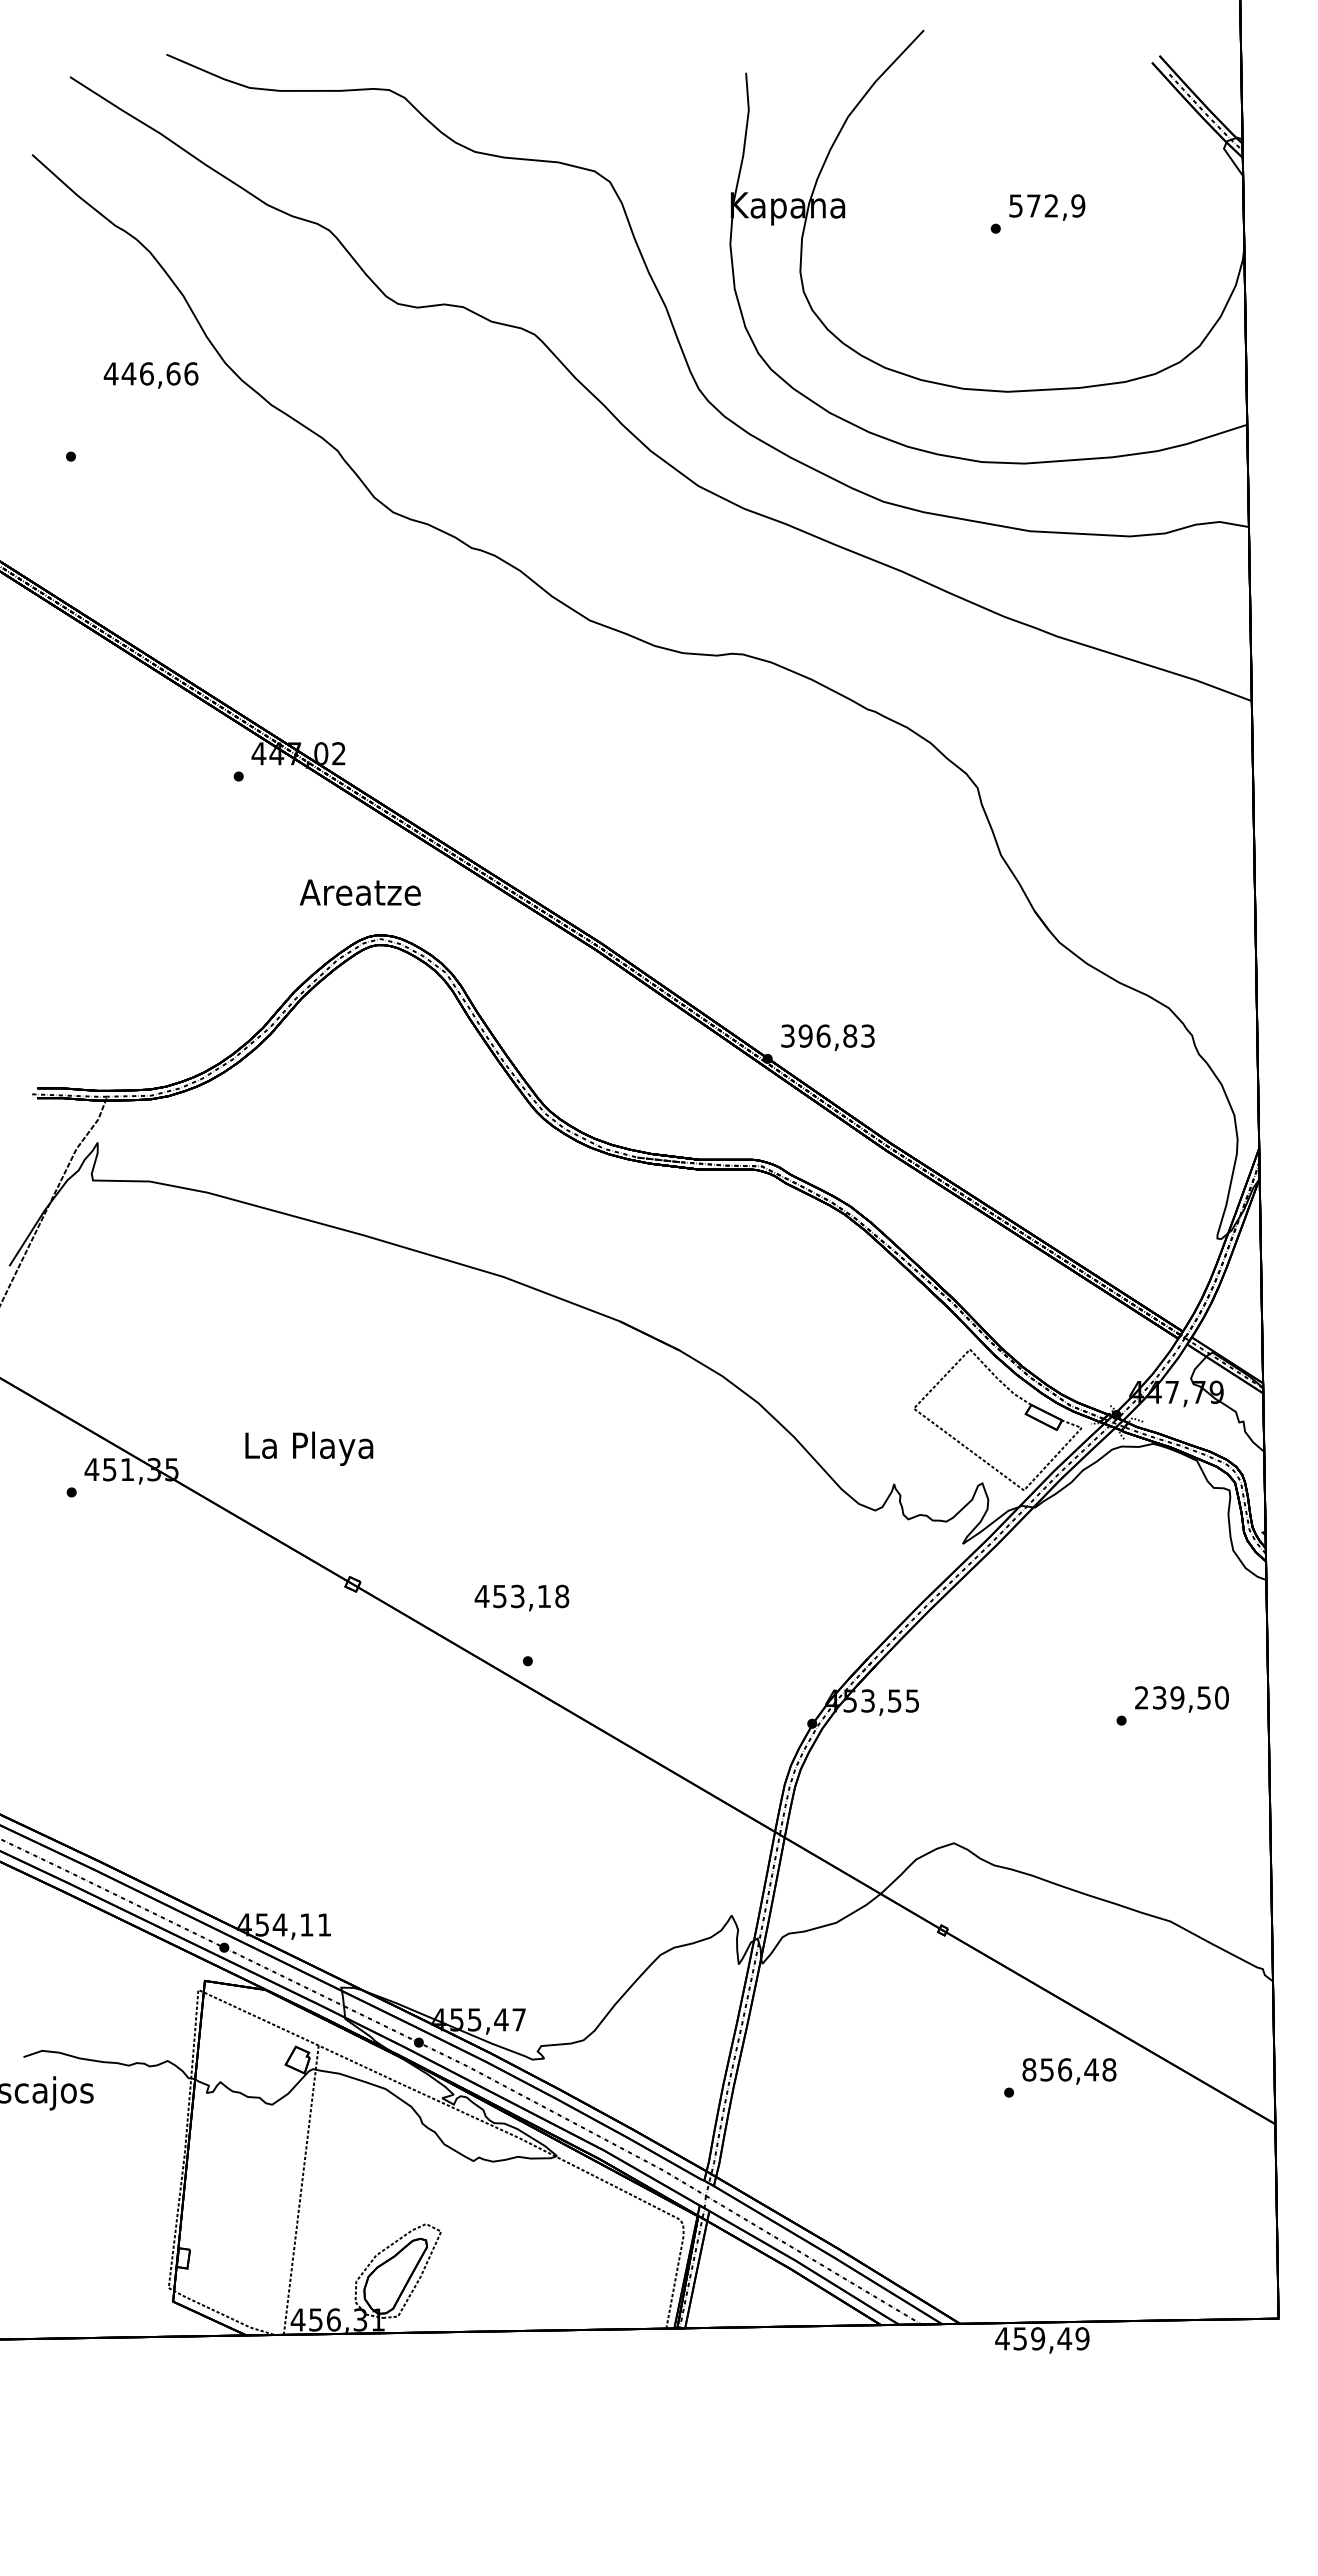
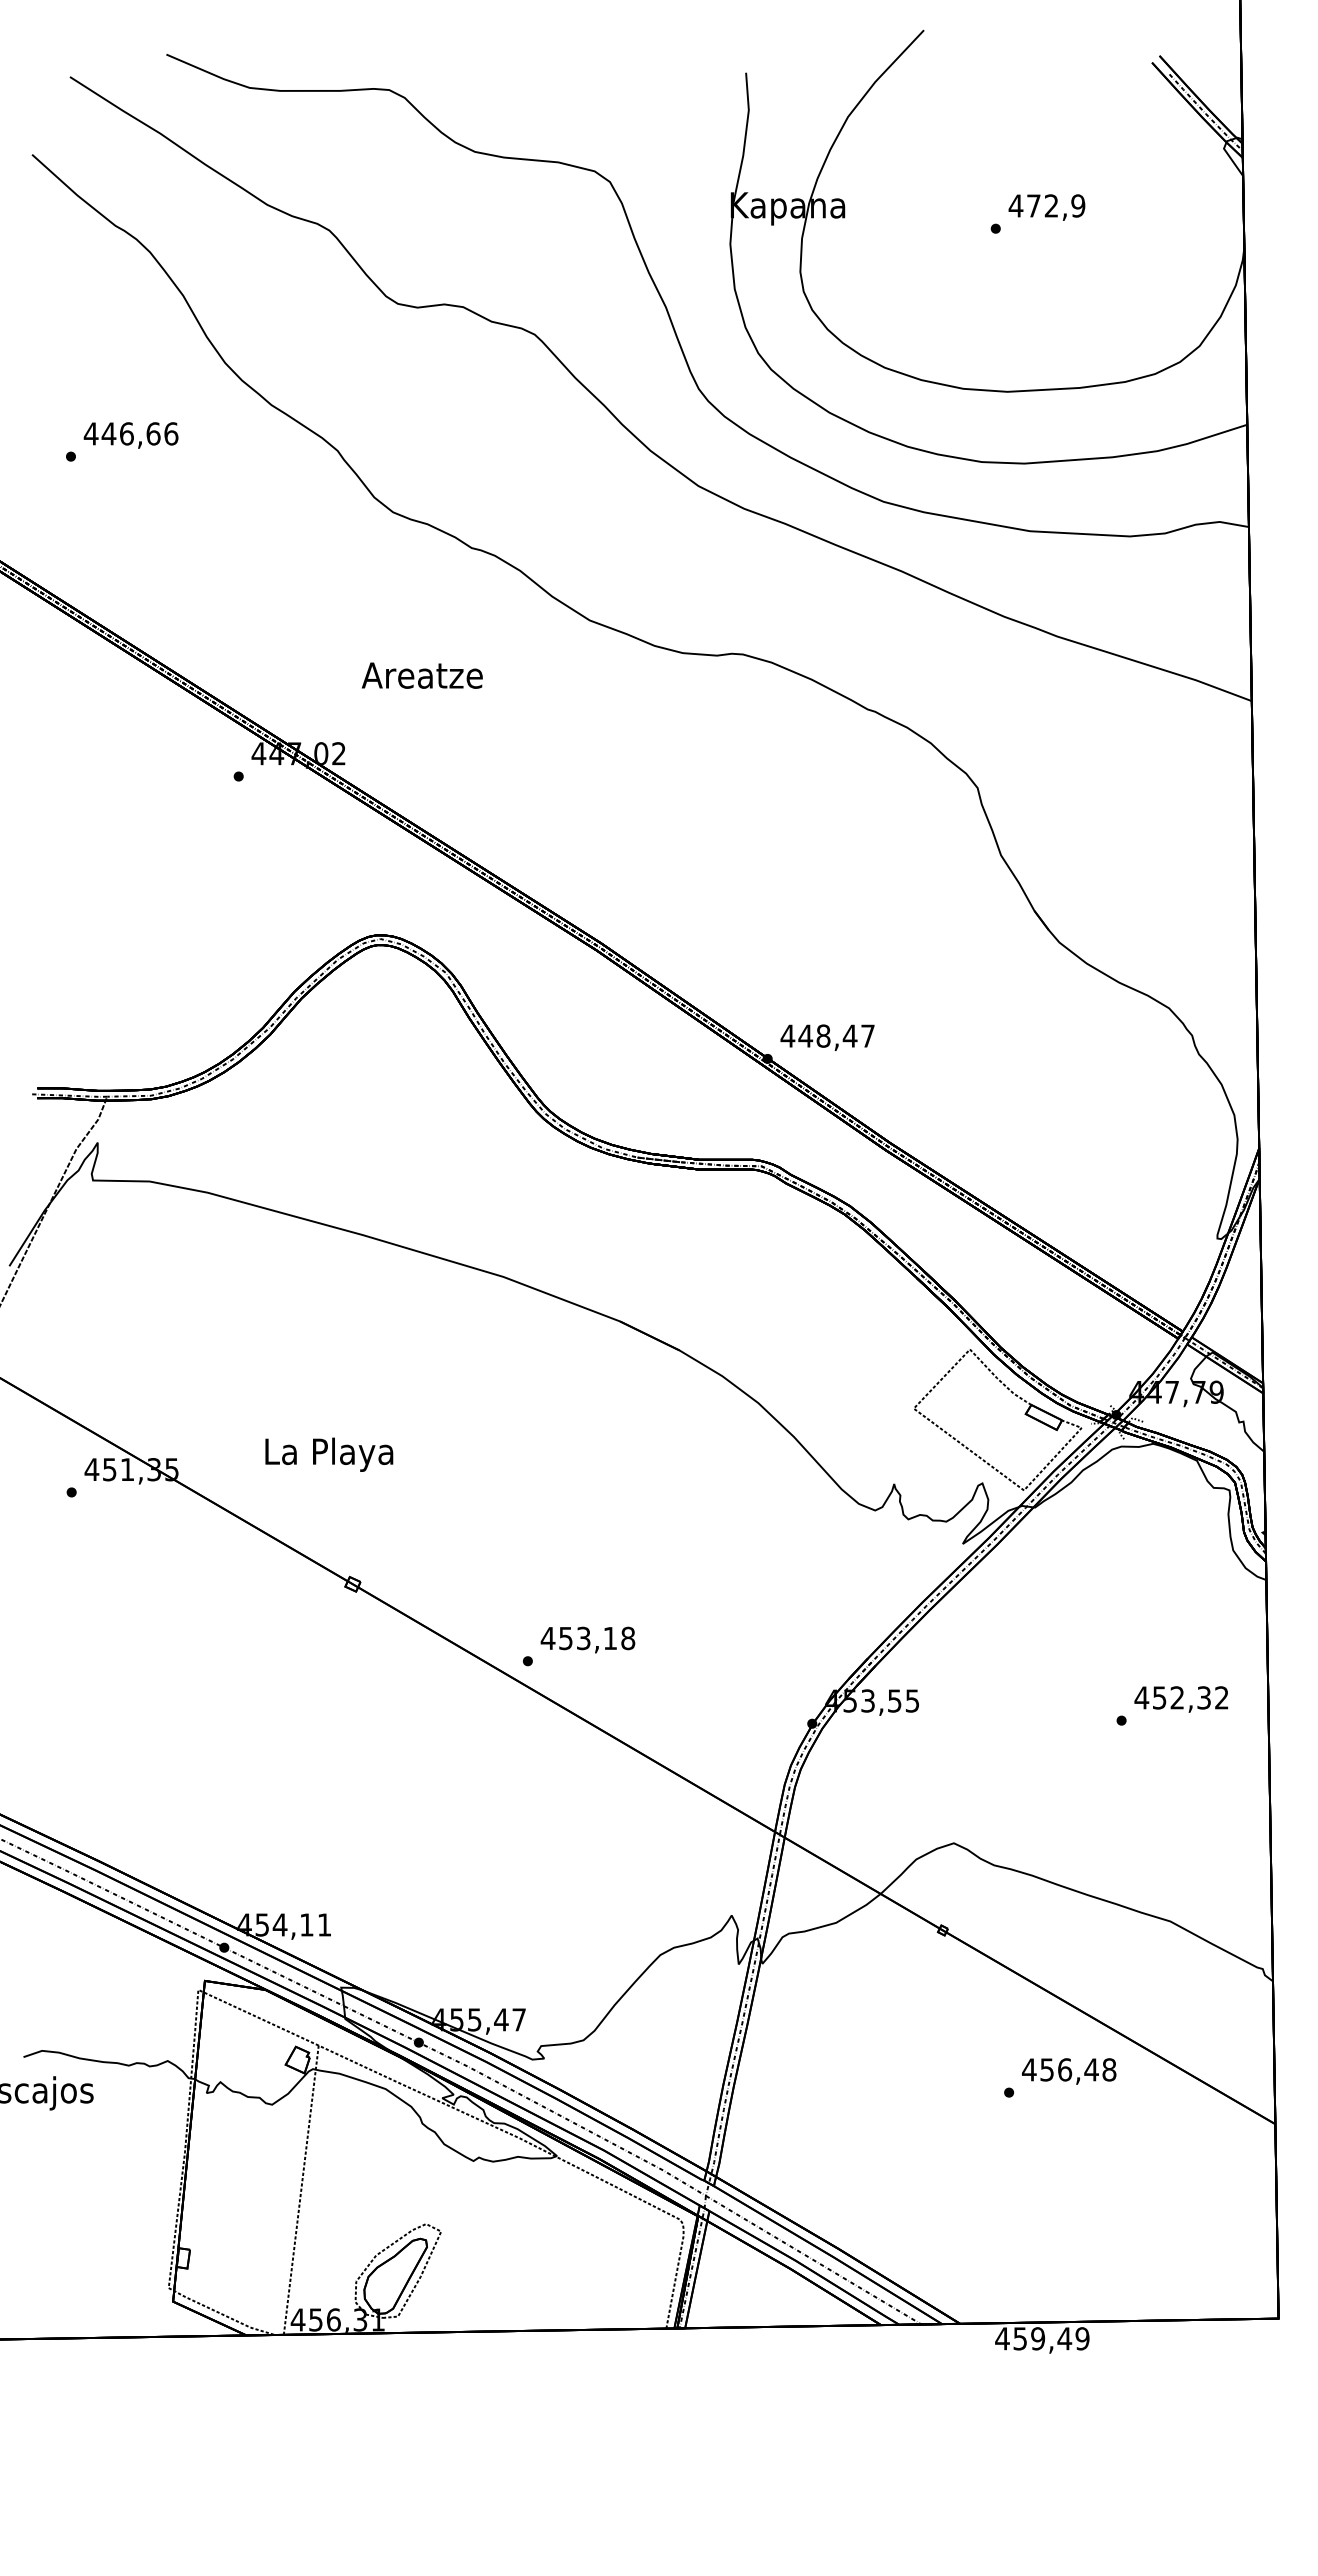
text at (1015, 205): 572,9 -> 472,9
text at (150, 375) position: (150, 375) -> (130, 435)
text at (359, 892) position: (359, 892) -> (421, 675)
text at (827, 1035): 396,83 -> 448,47
text at (309, 1448) position: (309, 1448) -> (329, 1454)
text at (521, 1597) position: (521, 1597) -> (587, 1639)
text at (1181, 1697): 239,50 -> 452,32
text at (1029, 2069): 856,48 -> 456,48
